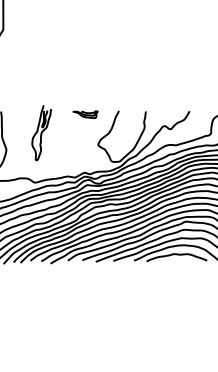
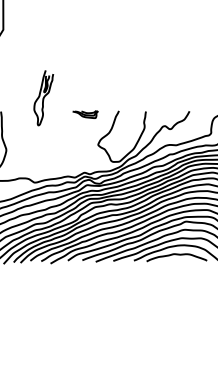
part at (41, 133) position: (41, 133) -> (43, 98)
